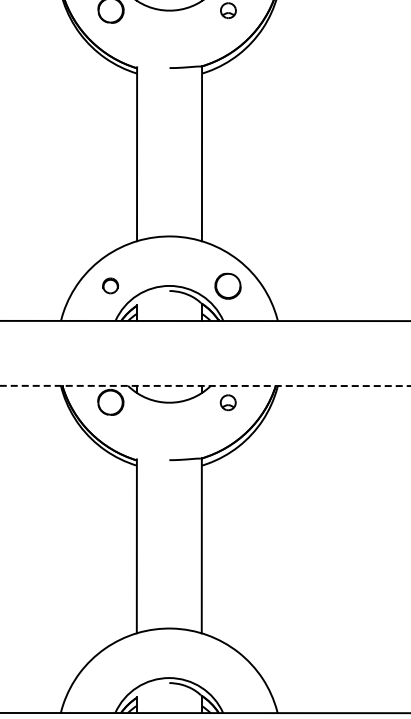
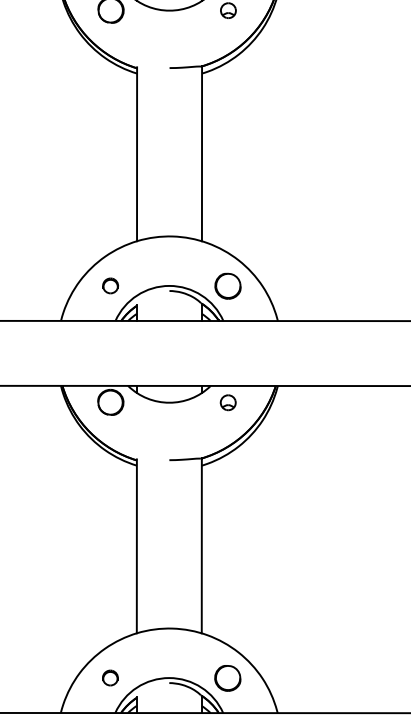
line at (205, 385): dashed -> solid
part at (110, 677): none -> present
part at (227, 678): none -> present
